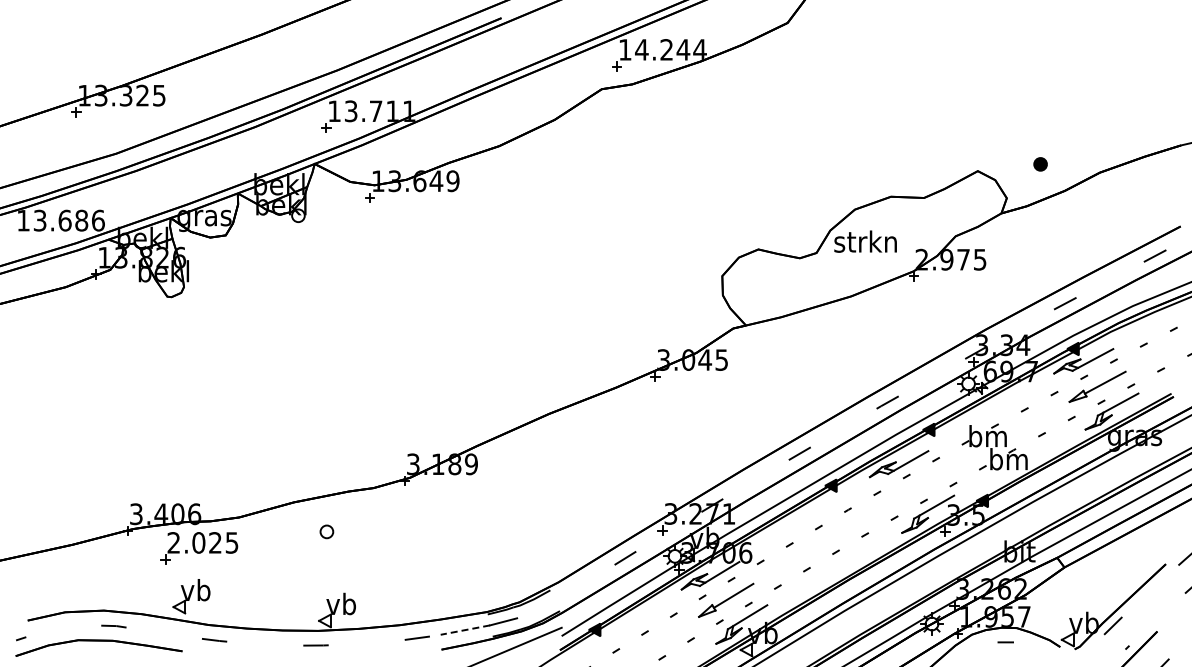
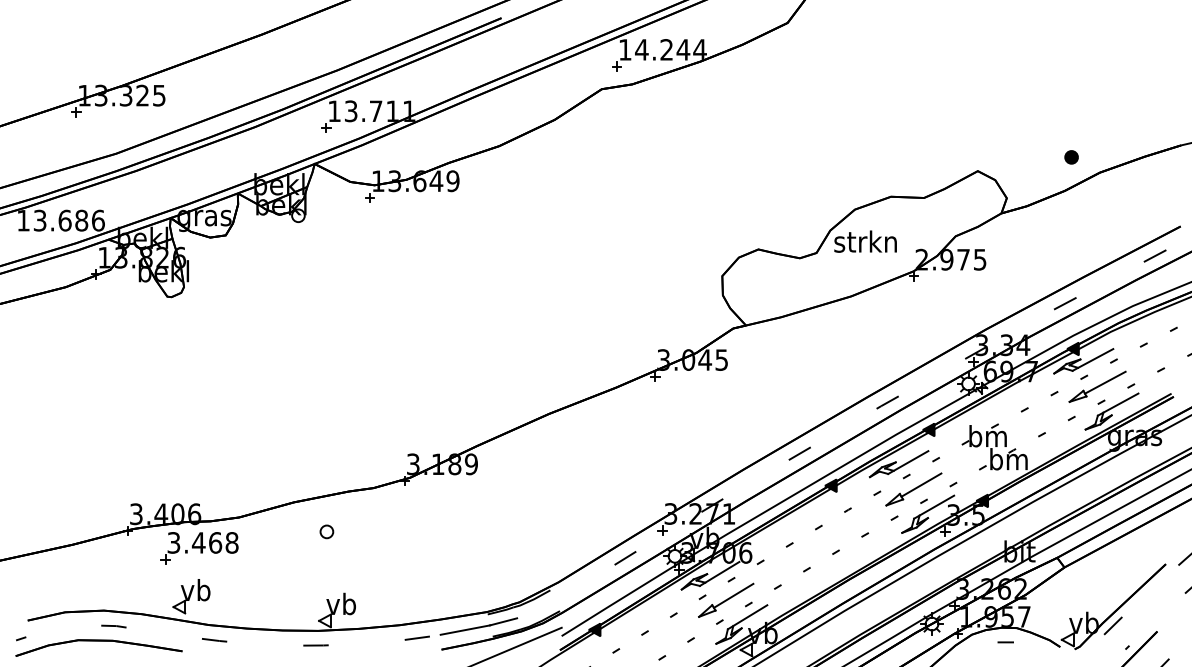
part at (1040, 164) position: (1040, 164) -> (1071, 157)
part at (913, 489): none -> present
text at (202, 542): 2.025 -> 3.468
line at (464, 630): dashed -> solid
